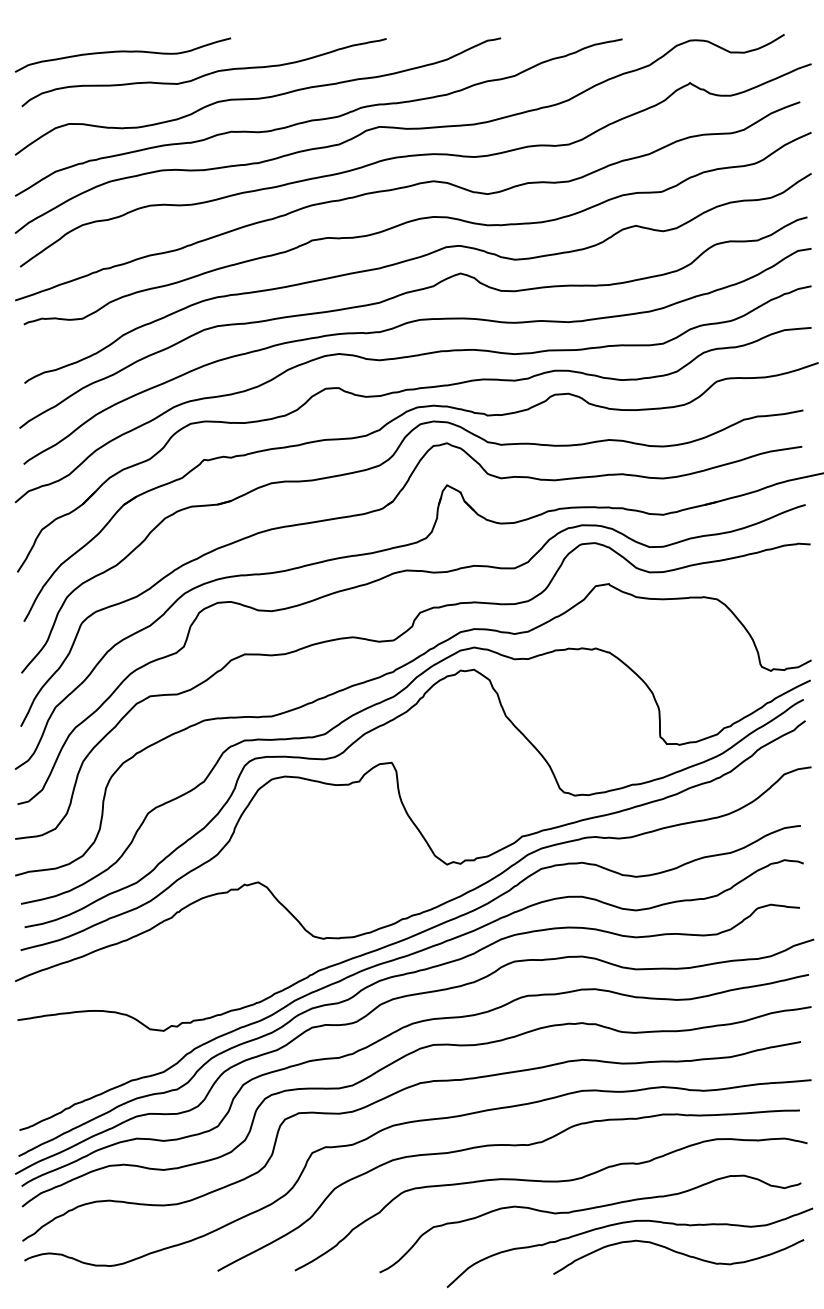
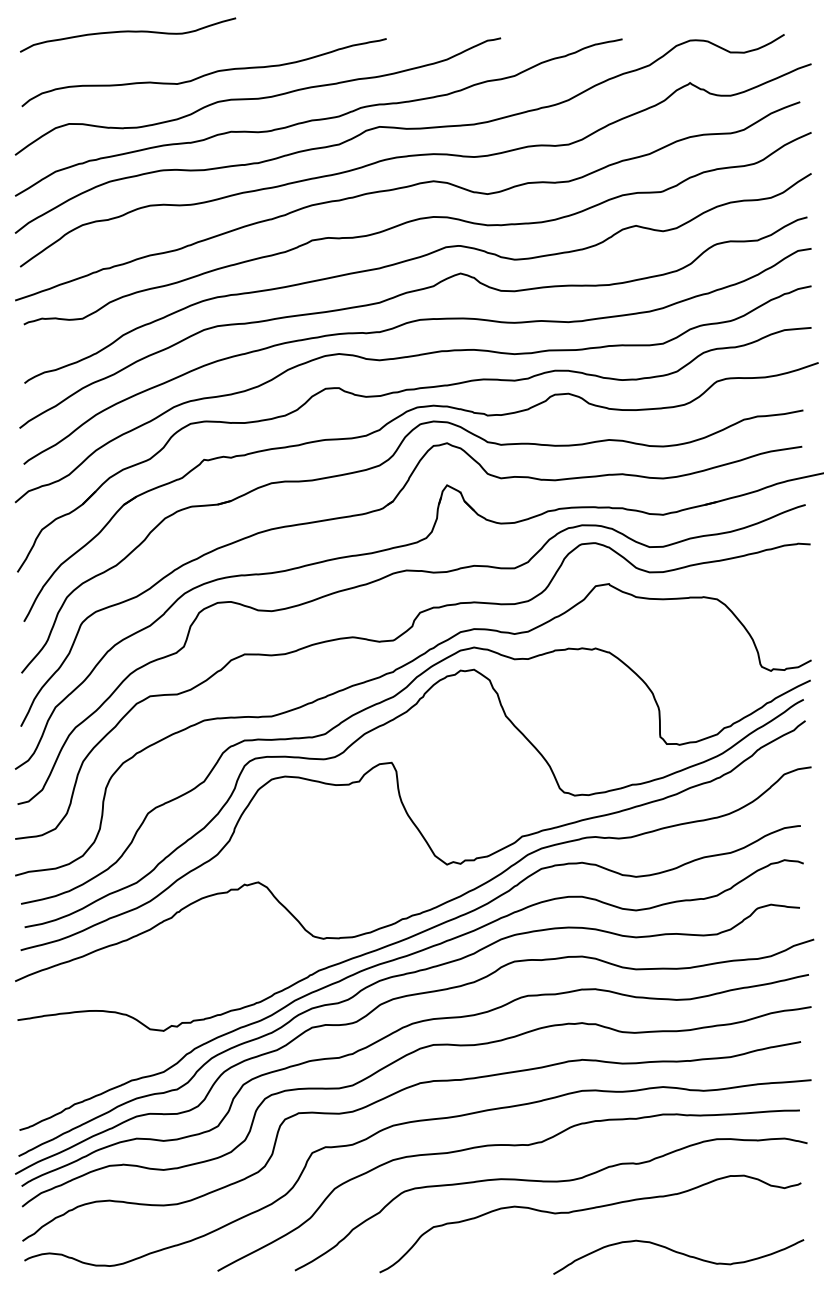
curve at (123, 52) position: (123, 52) -> (128, 32)
curve at (626, 1223): present -> none
